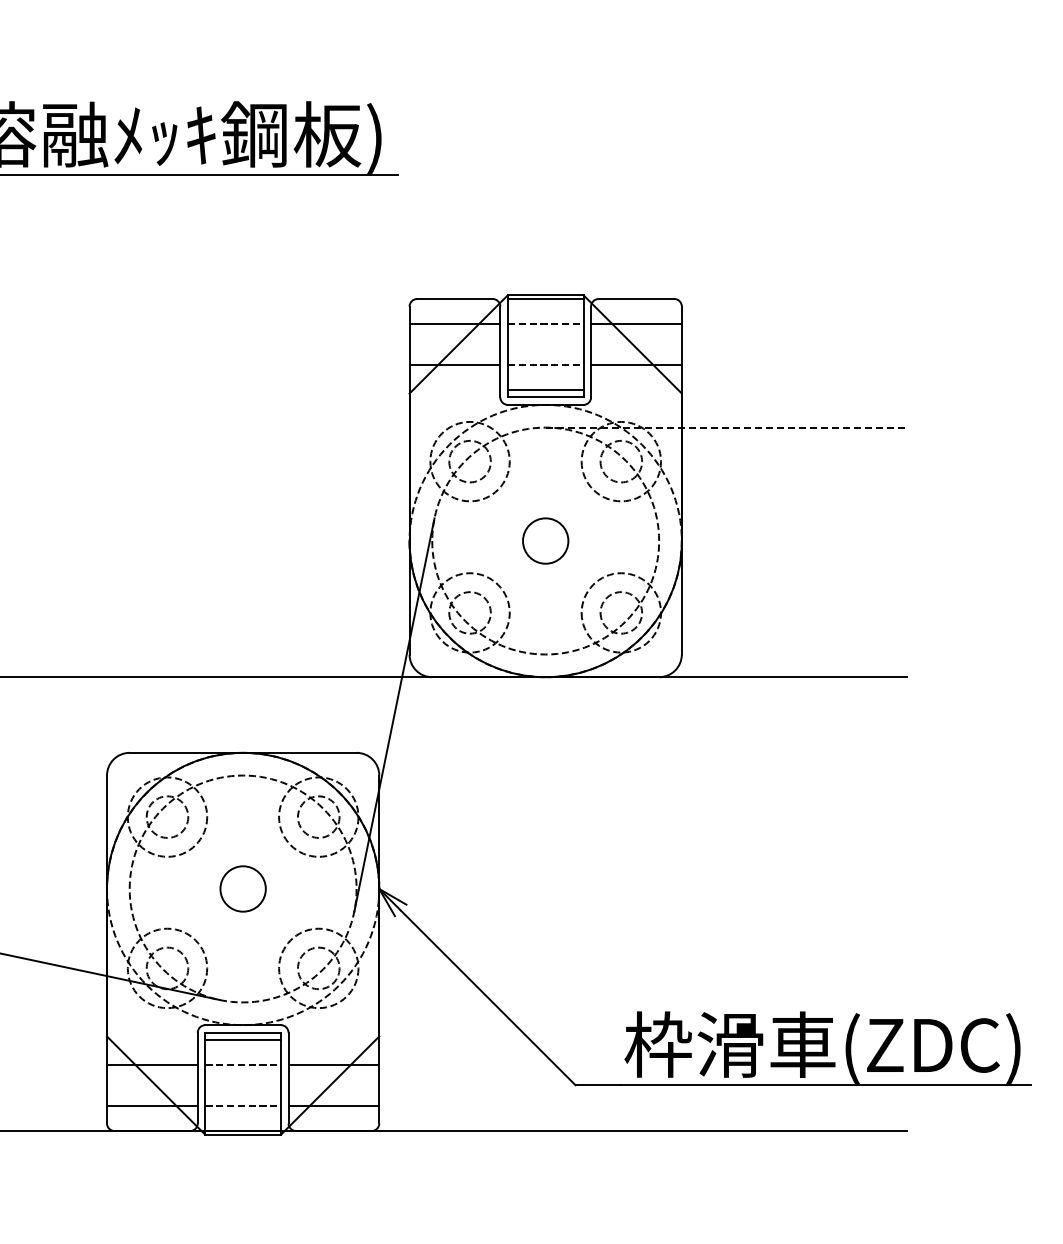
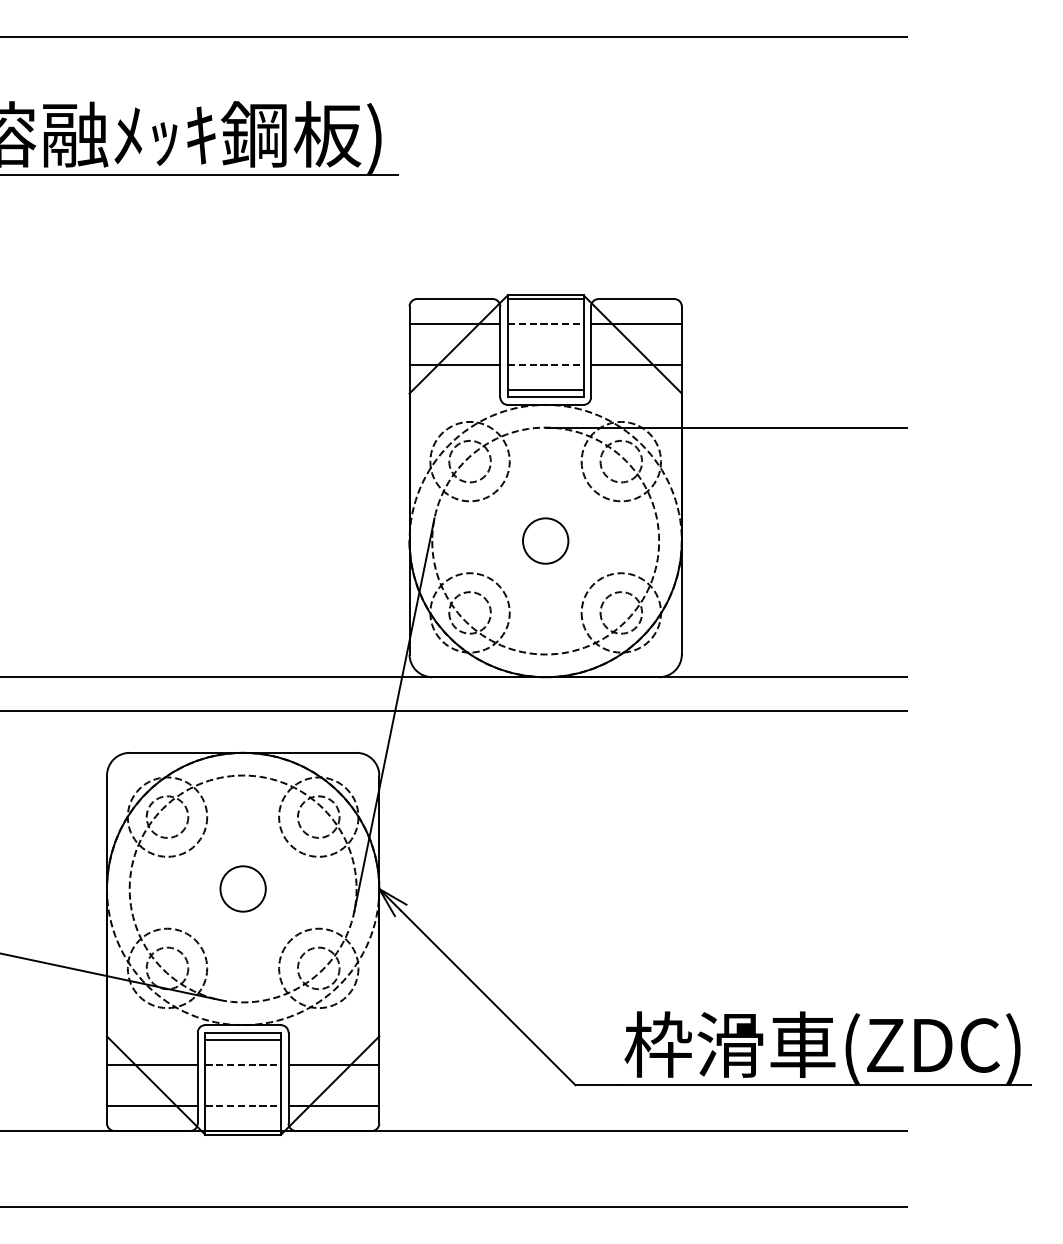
line at (454, 37): none -> present
line at (726, 427): dashed -> solid
line at (454, 711): none -> present
line at (454, 1206): none -> present
